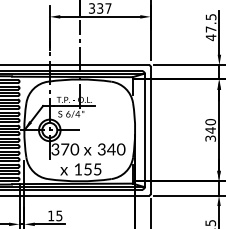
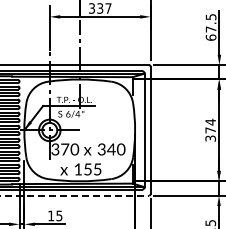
text at (210, 37): 47.5 -> 67.5
text at (210, 125): 340 -> 374
line at (75, 195): solid -> dashed
